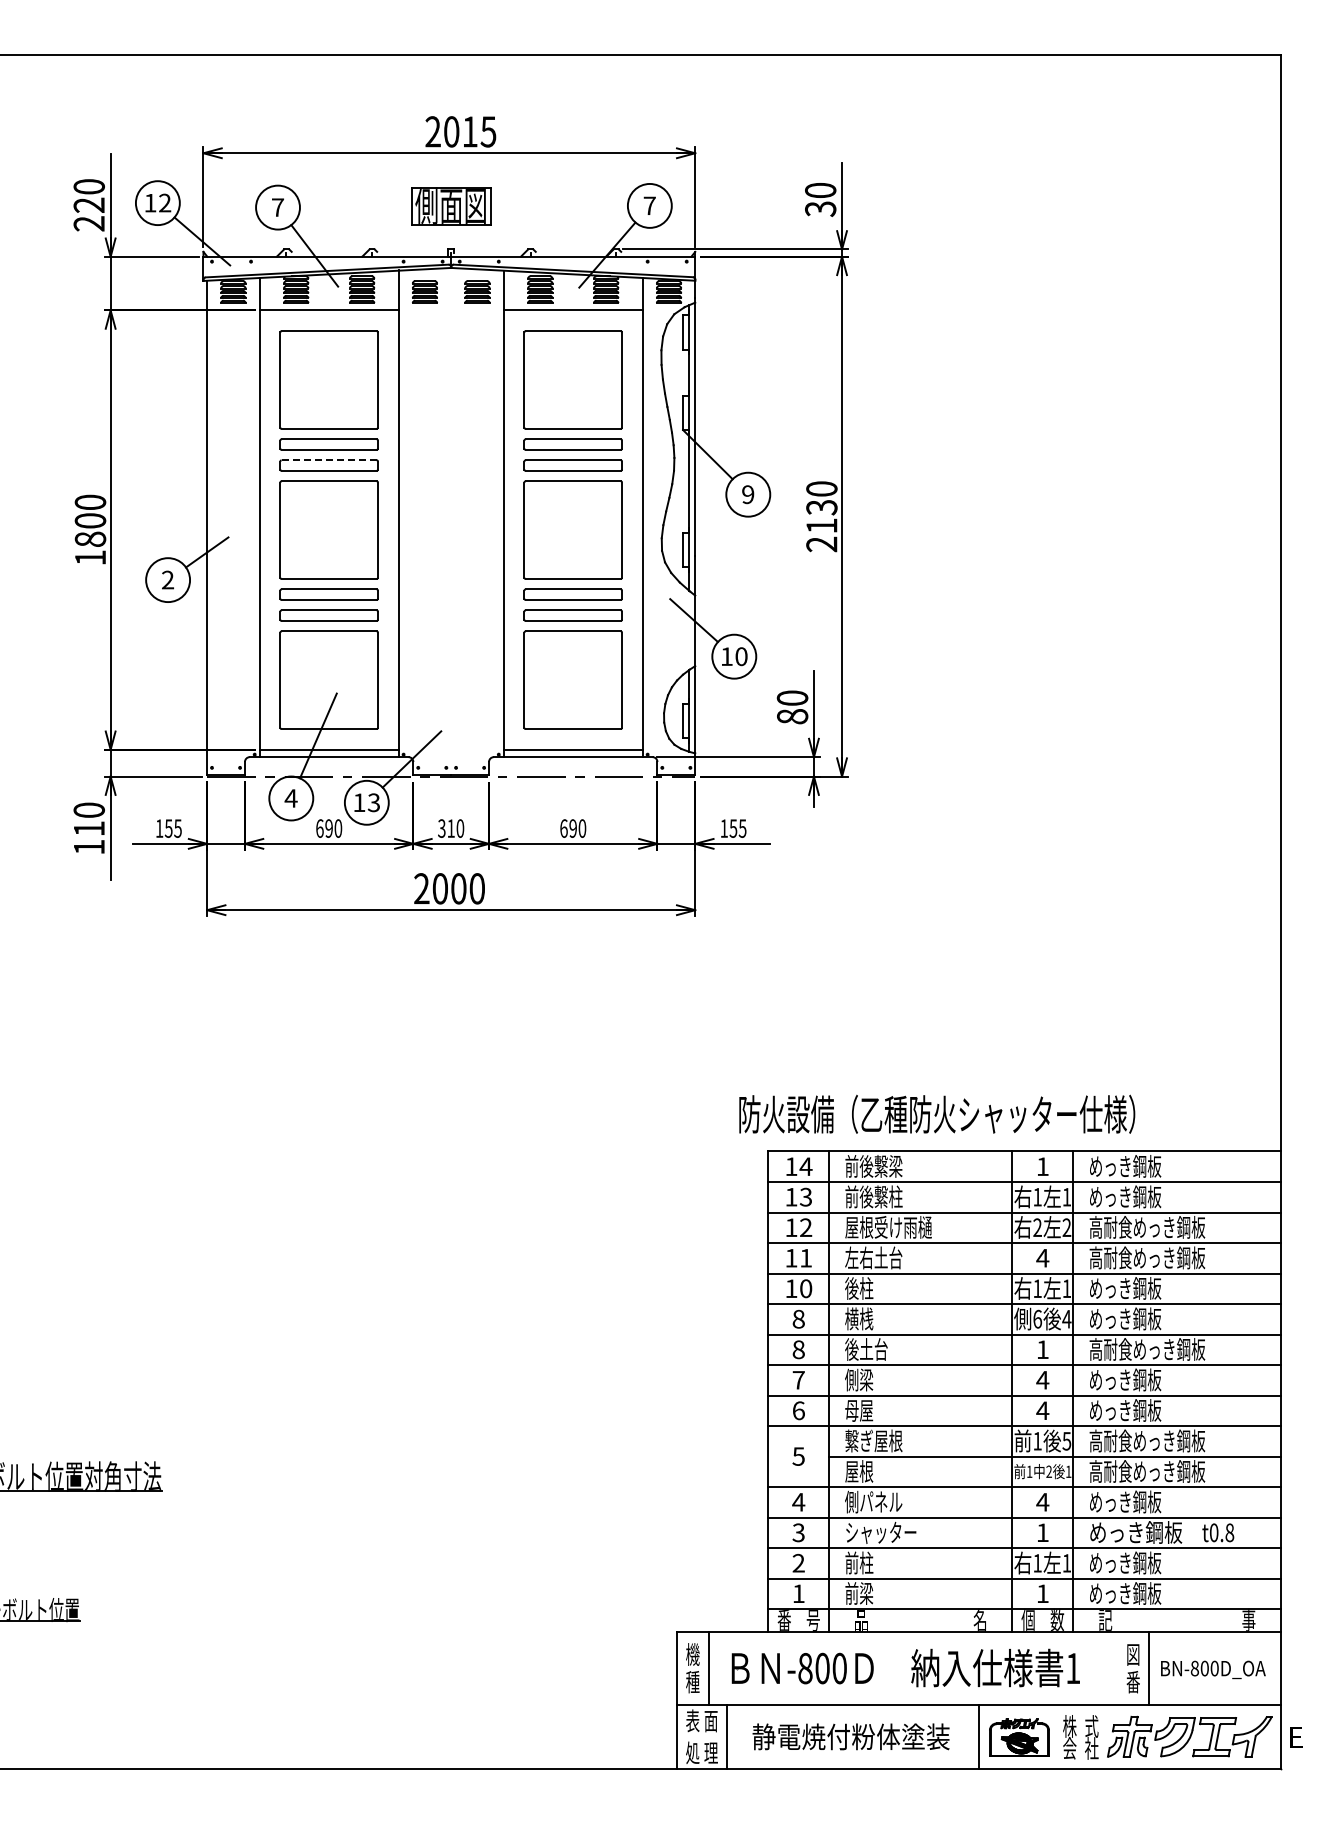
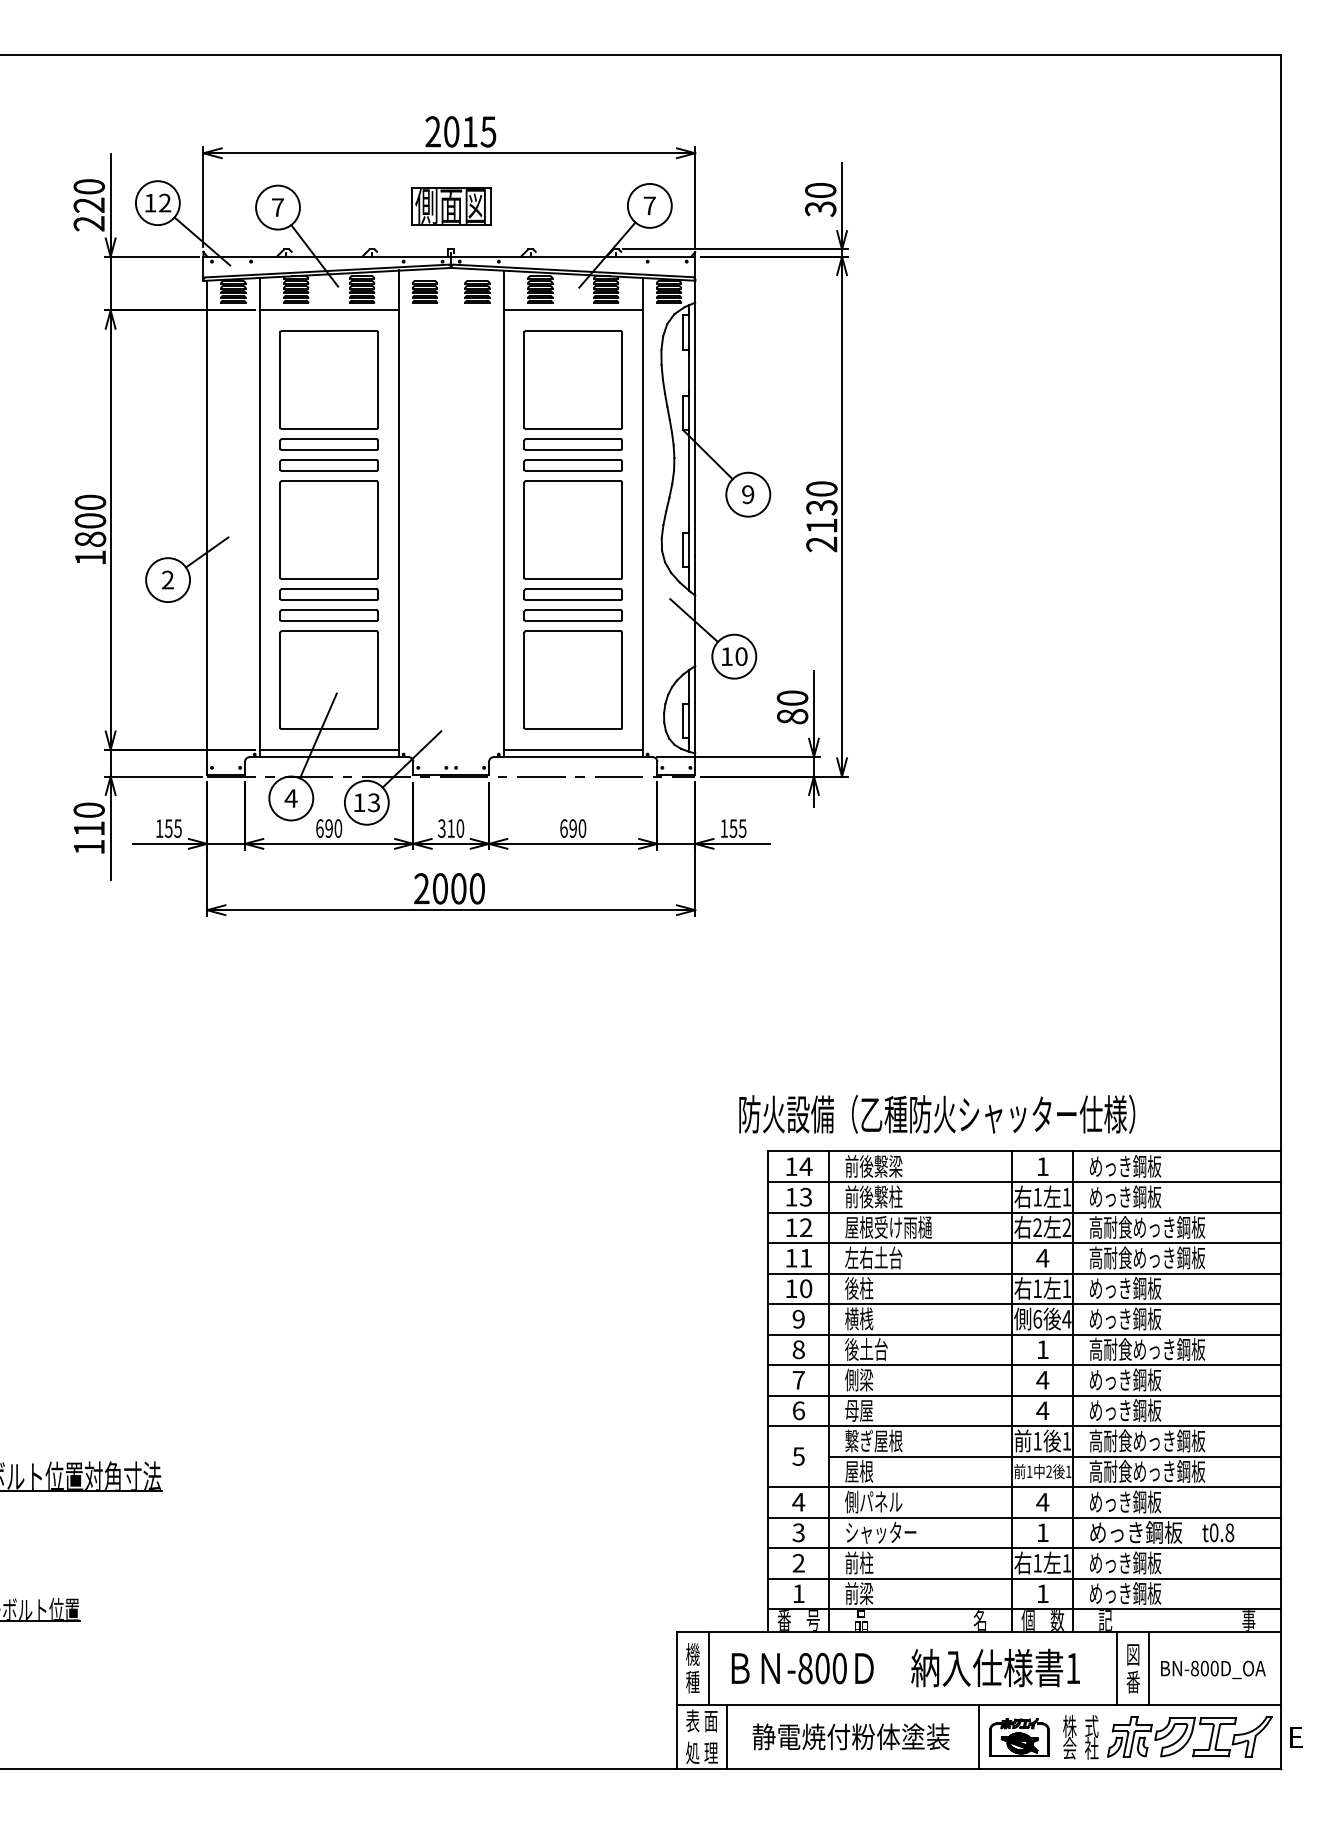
line at (329, 460): dashed -> solid
text at (798, 1318): 8 -> 9
text at (1066, 1441): 5 -> 1
line at (1117, 1668): none -> present
